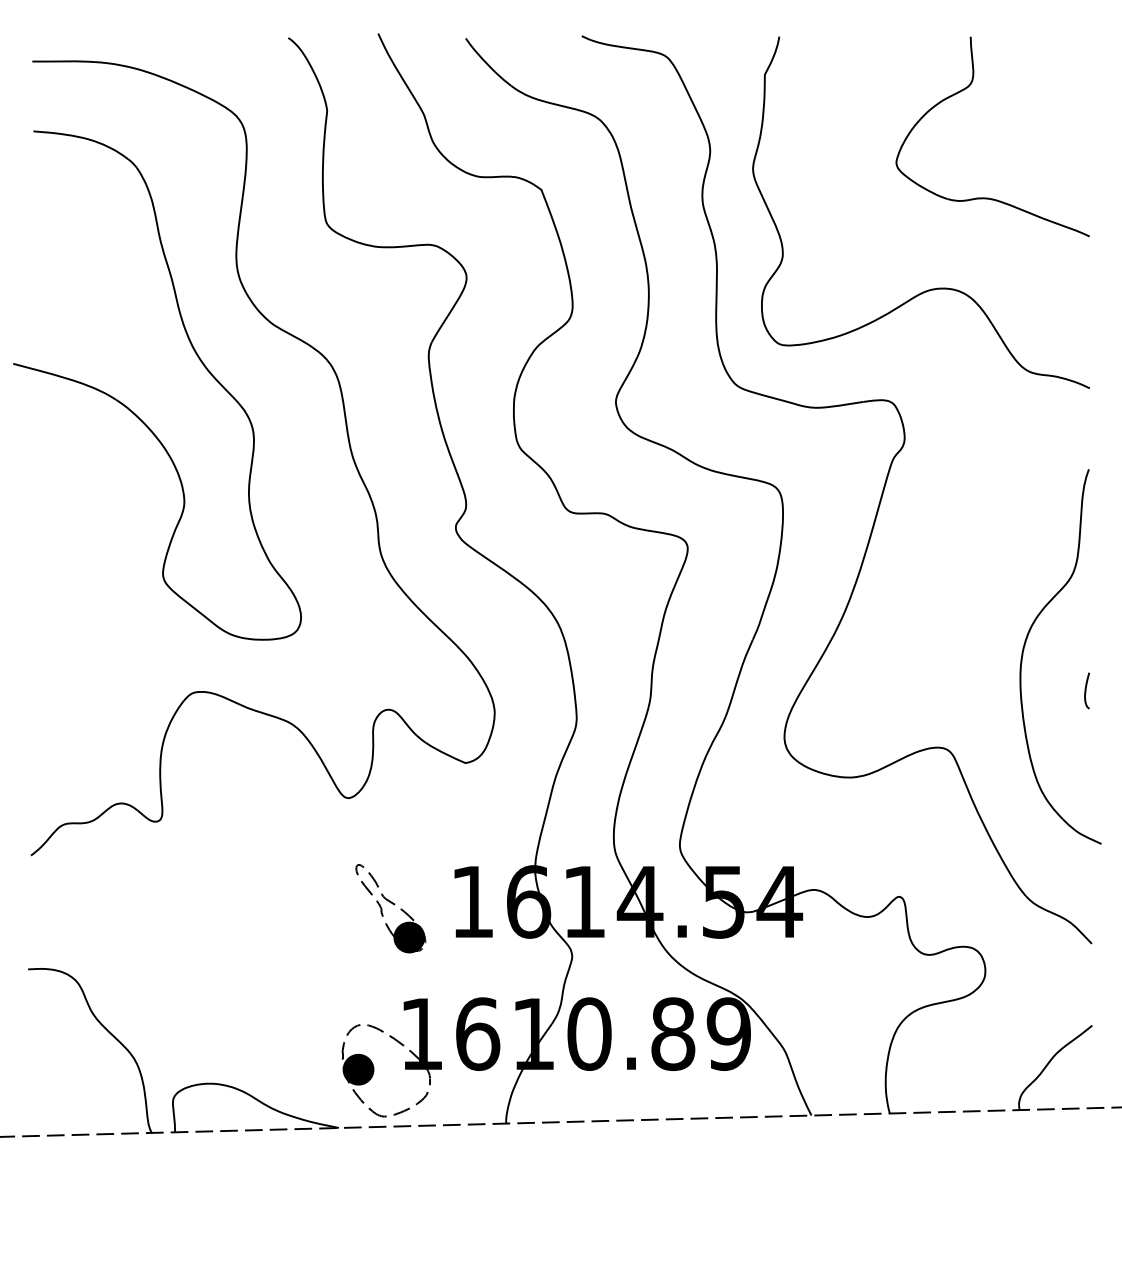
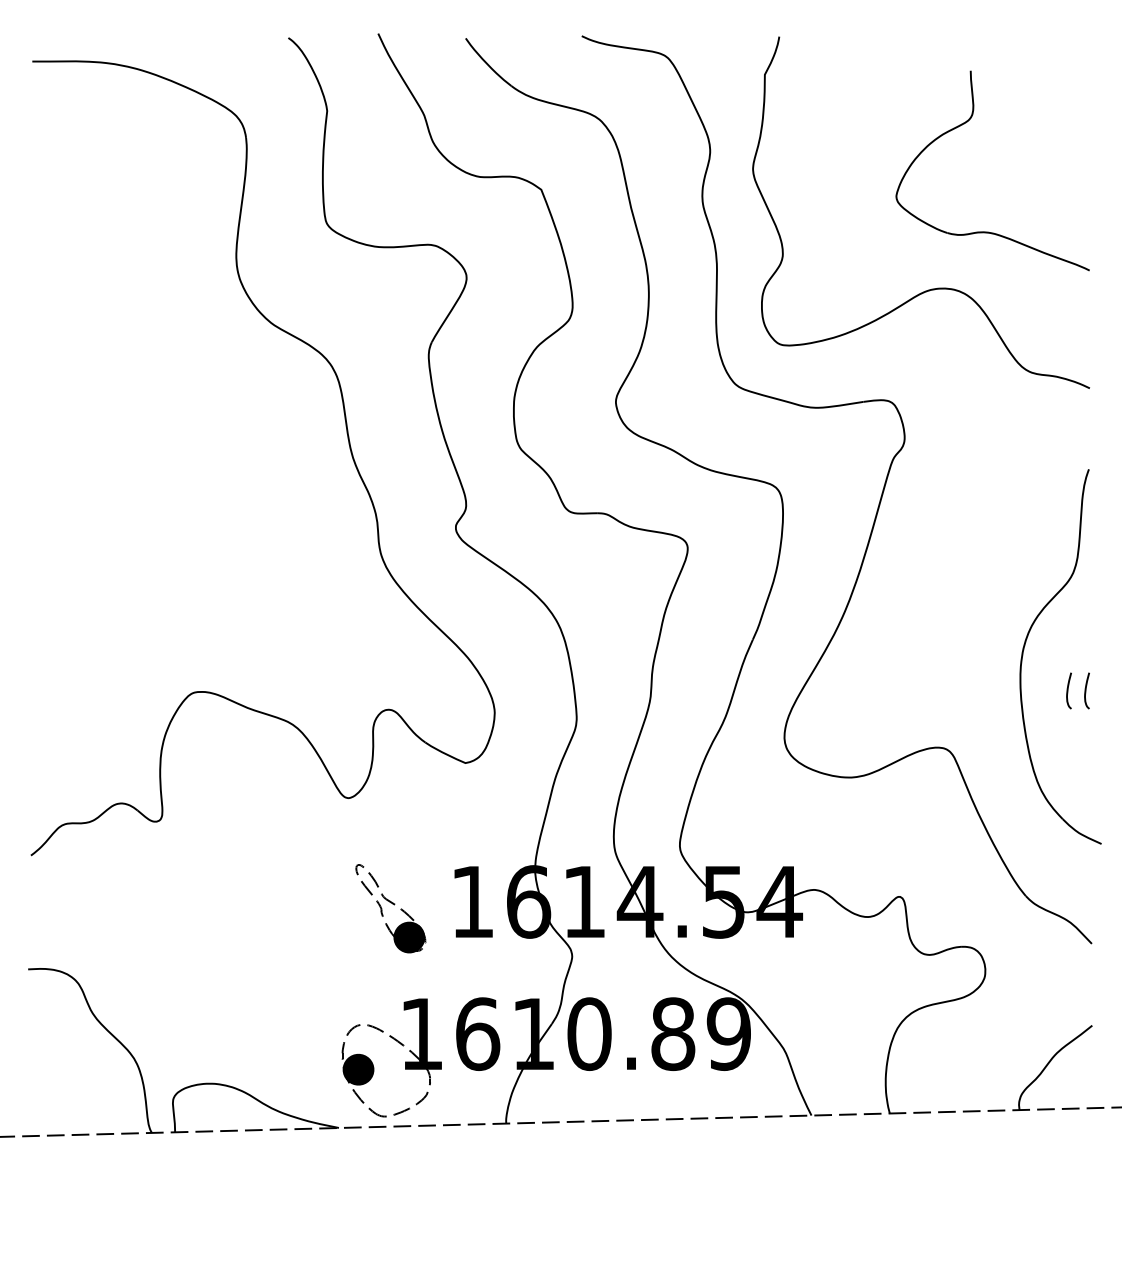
part at (964, 90) position: (964, 90) -> (964, 124)
part at (133, 411): present -> none
curve at (1068, 690): none -> present
